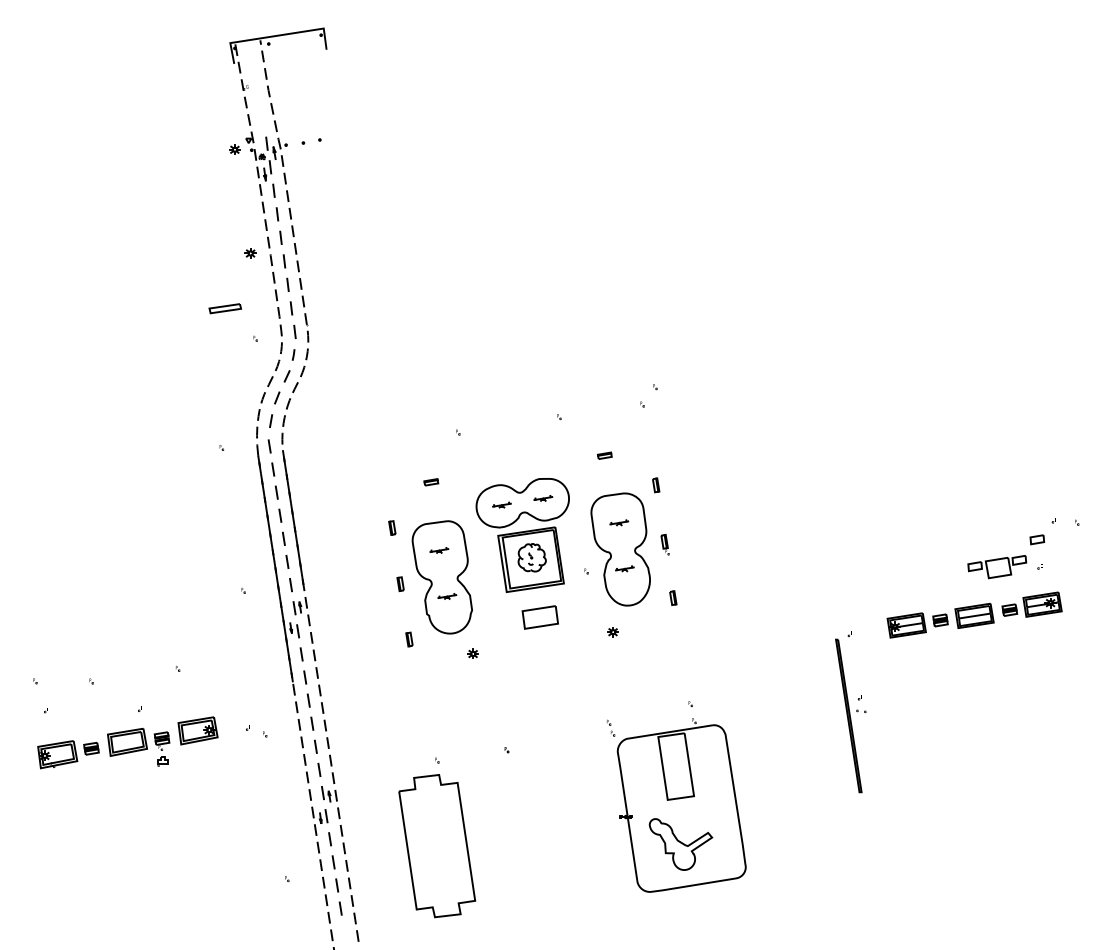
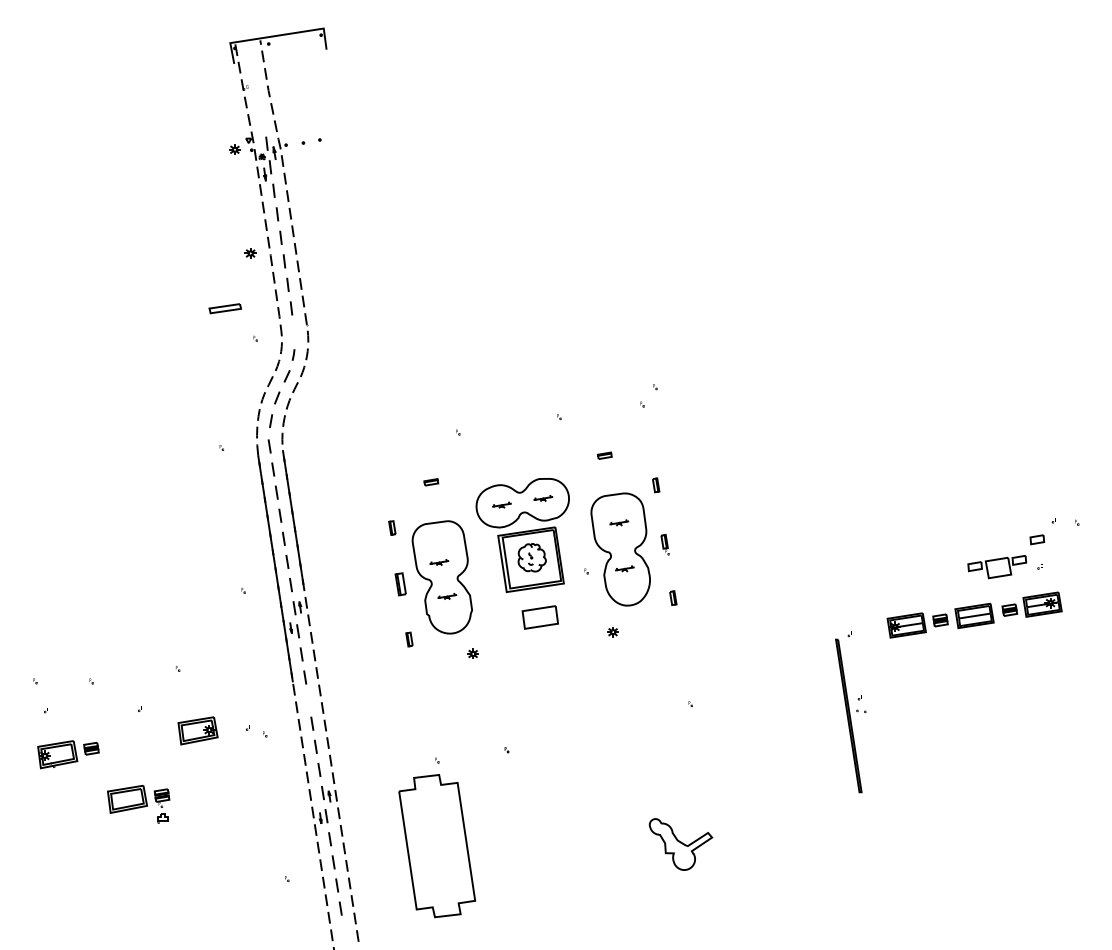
line at (294, 331): present -> none
part at (439, 550) position: (439, 550) -> (439, 562)
part at (400, 583) size: 9x16 px -> 13x25 px
line at (308, 700): present -> none
part at (138, 747) position: (138, 747) -> (138, 804)
part at (676, 805): present -> none
